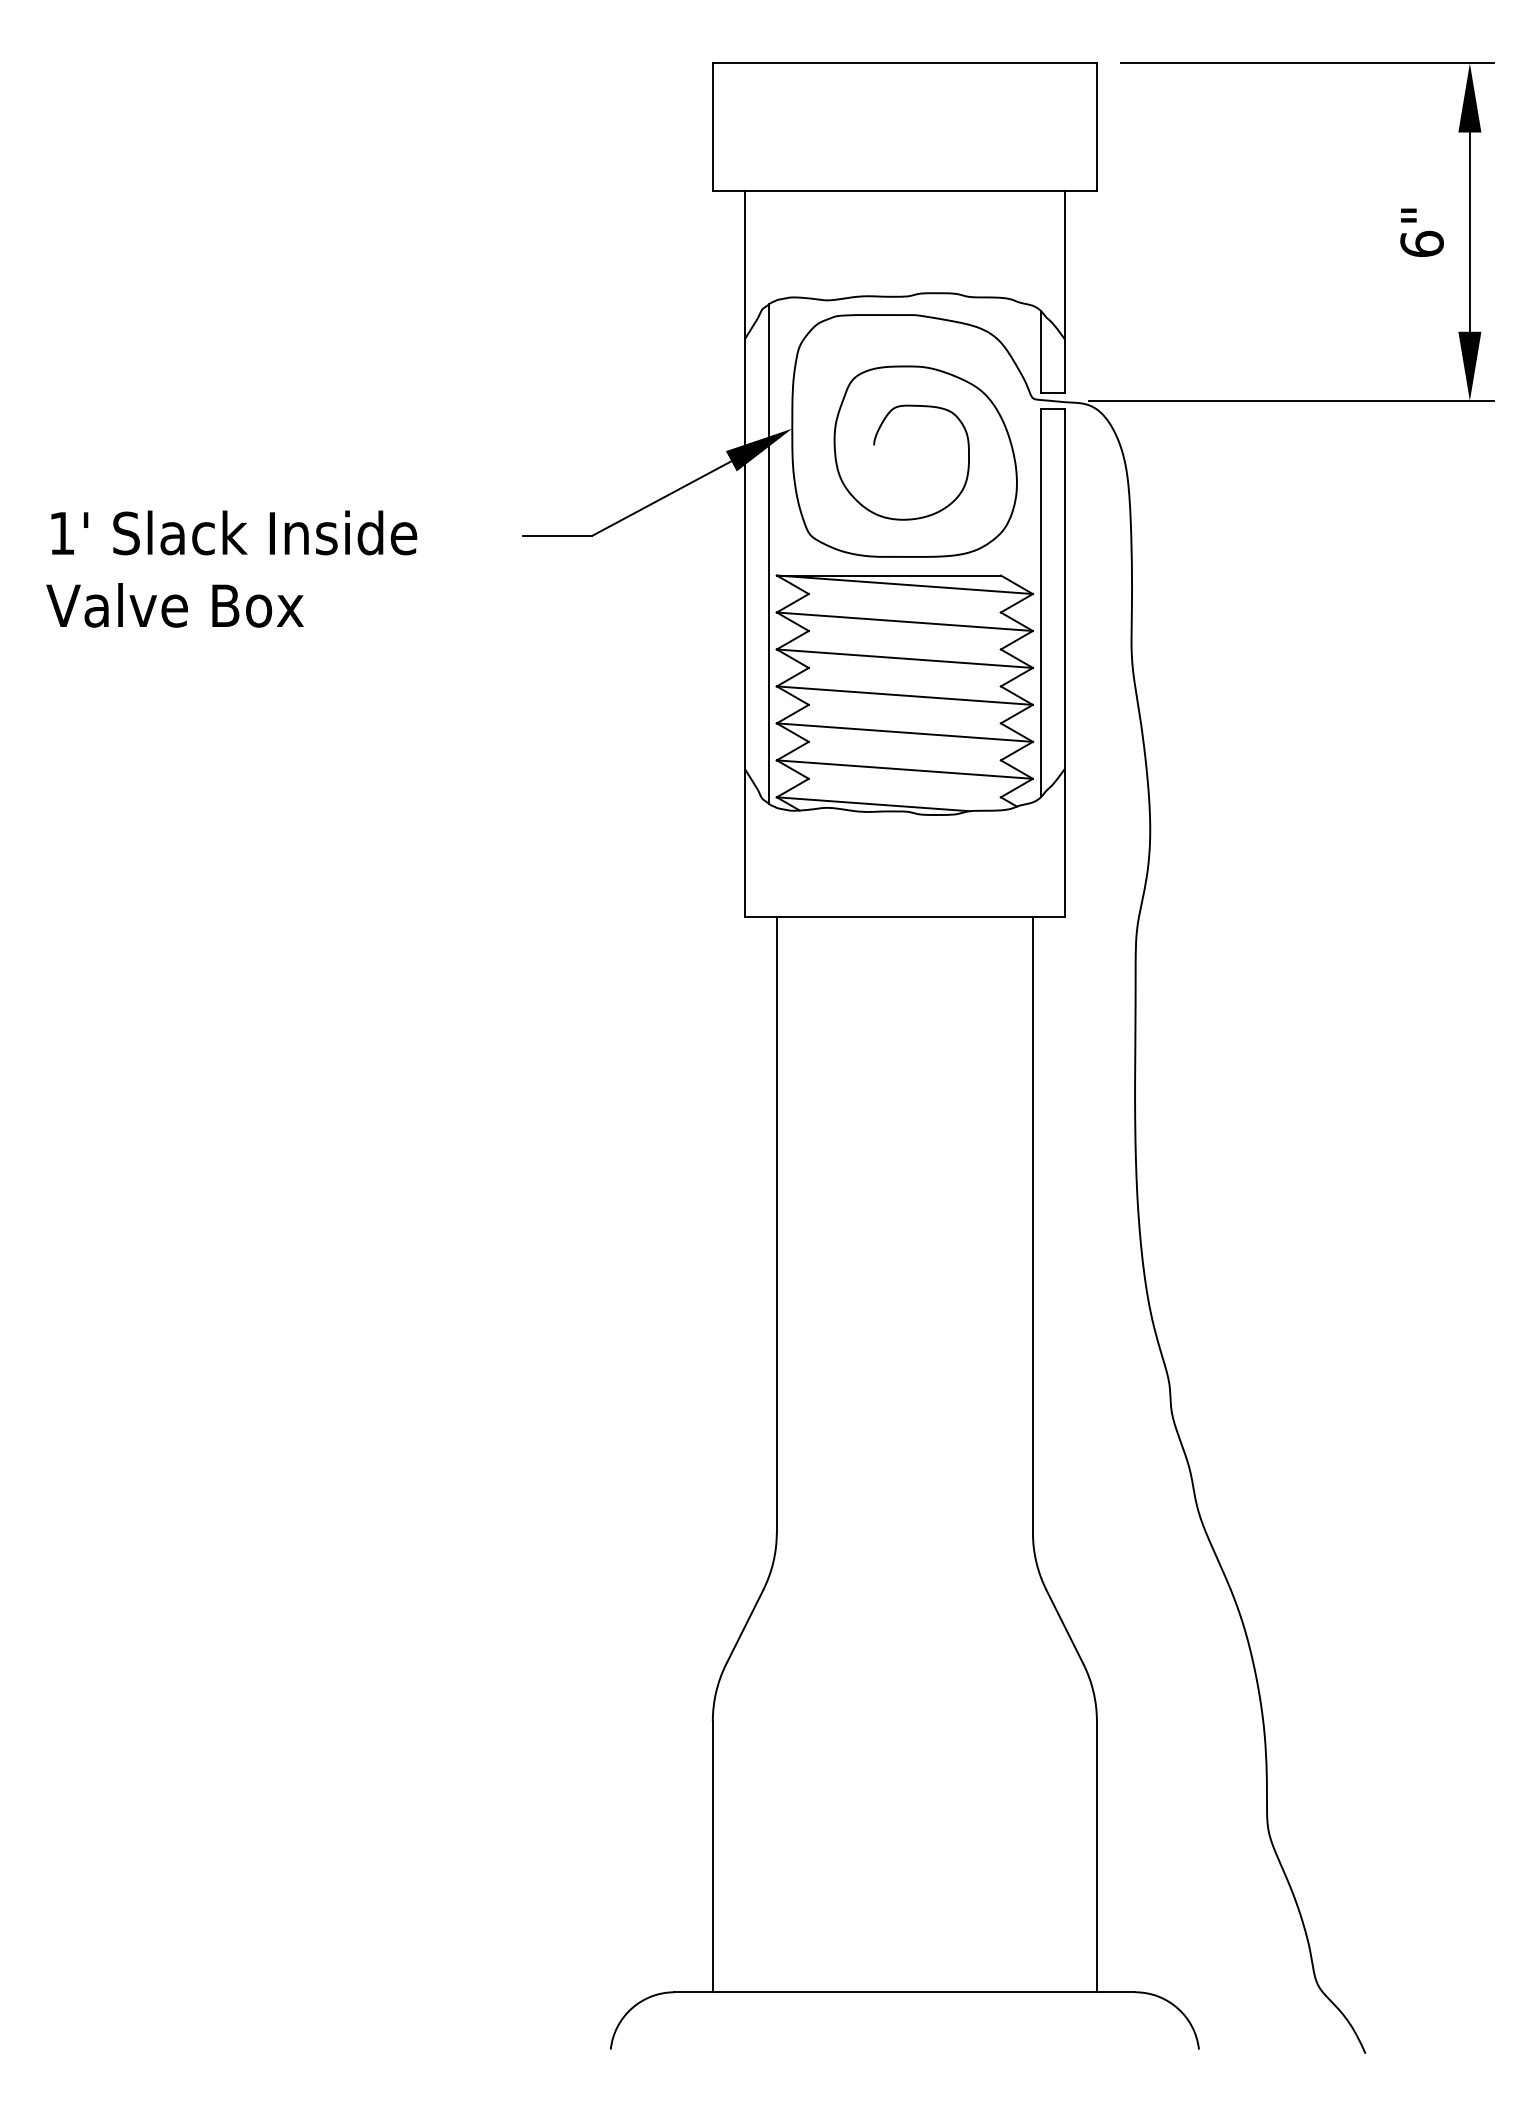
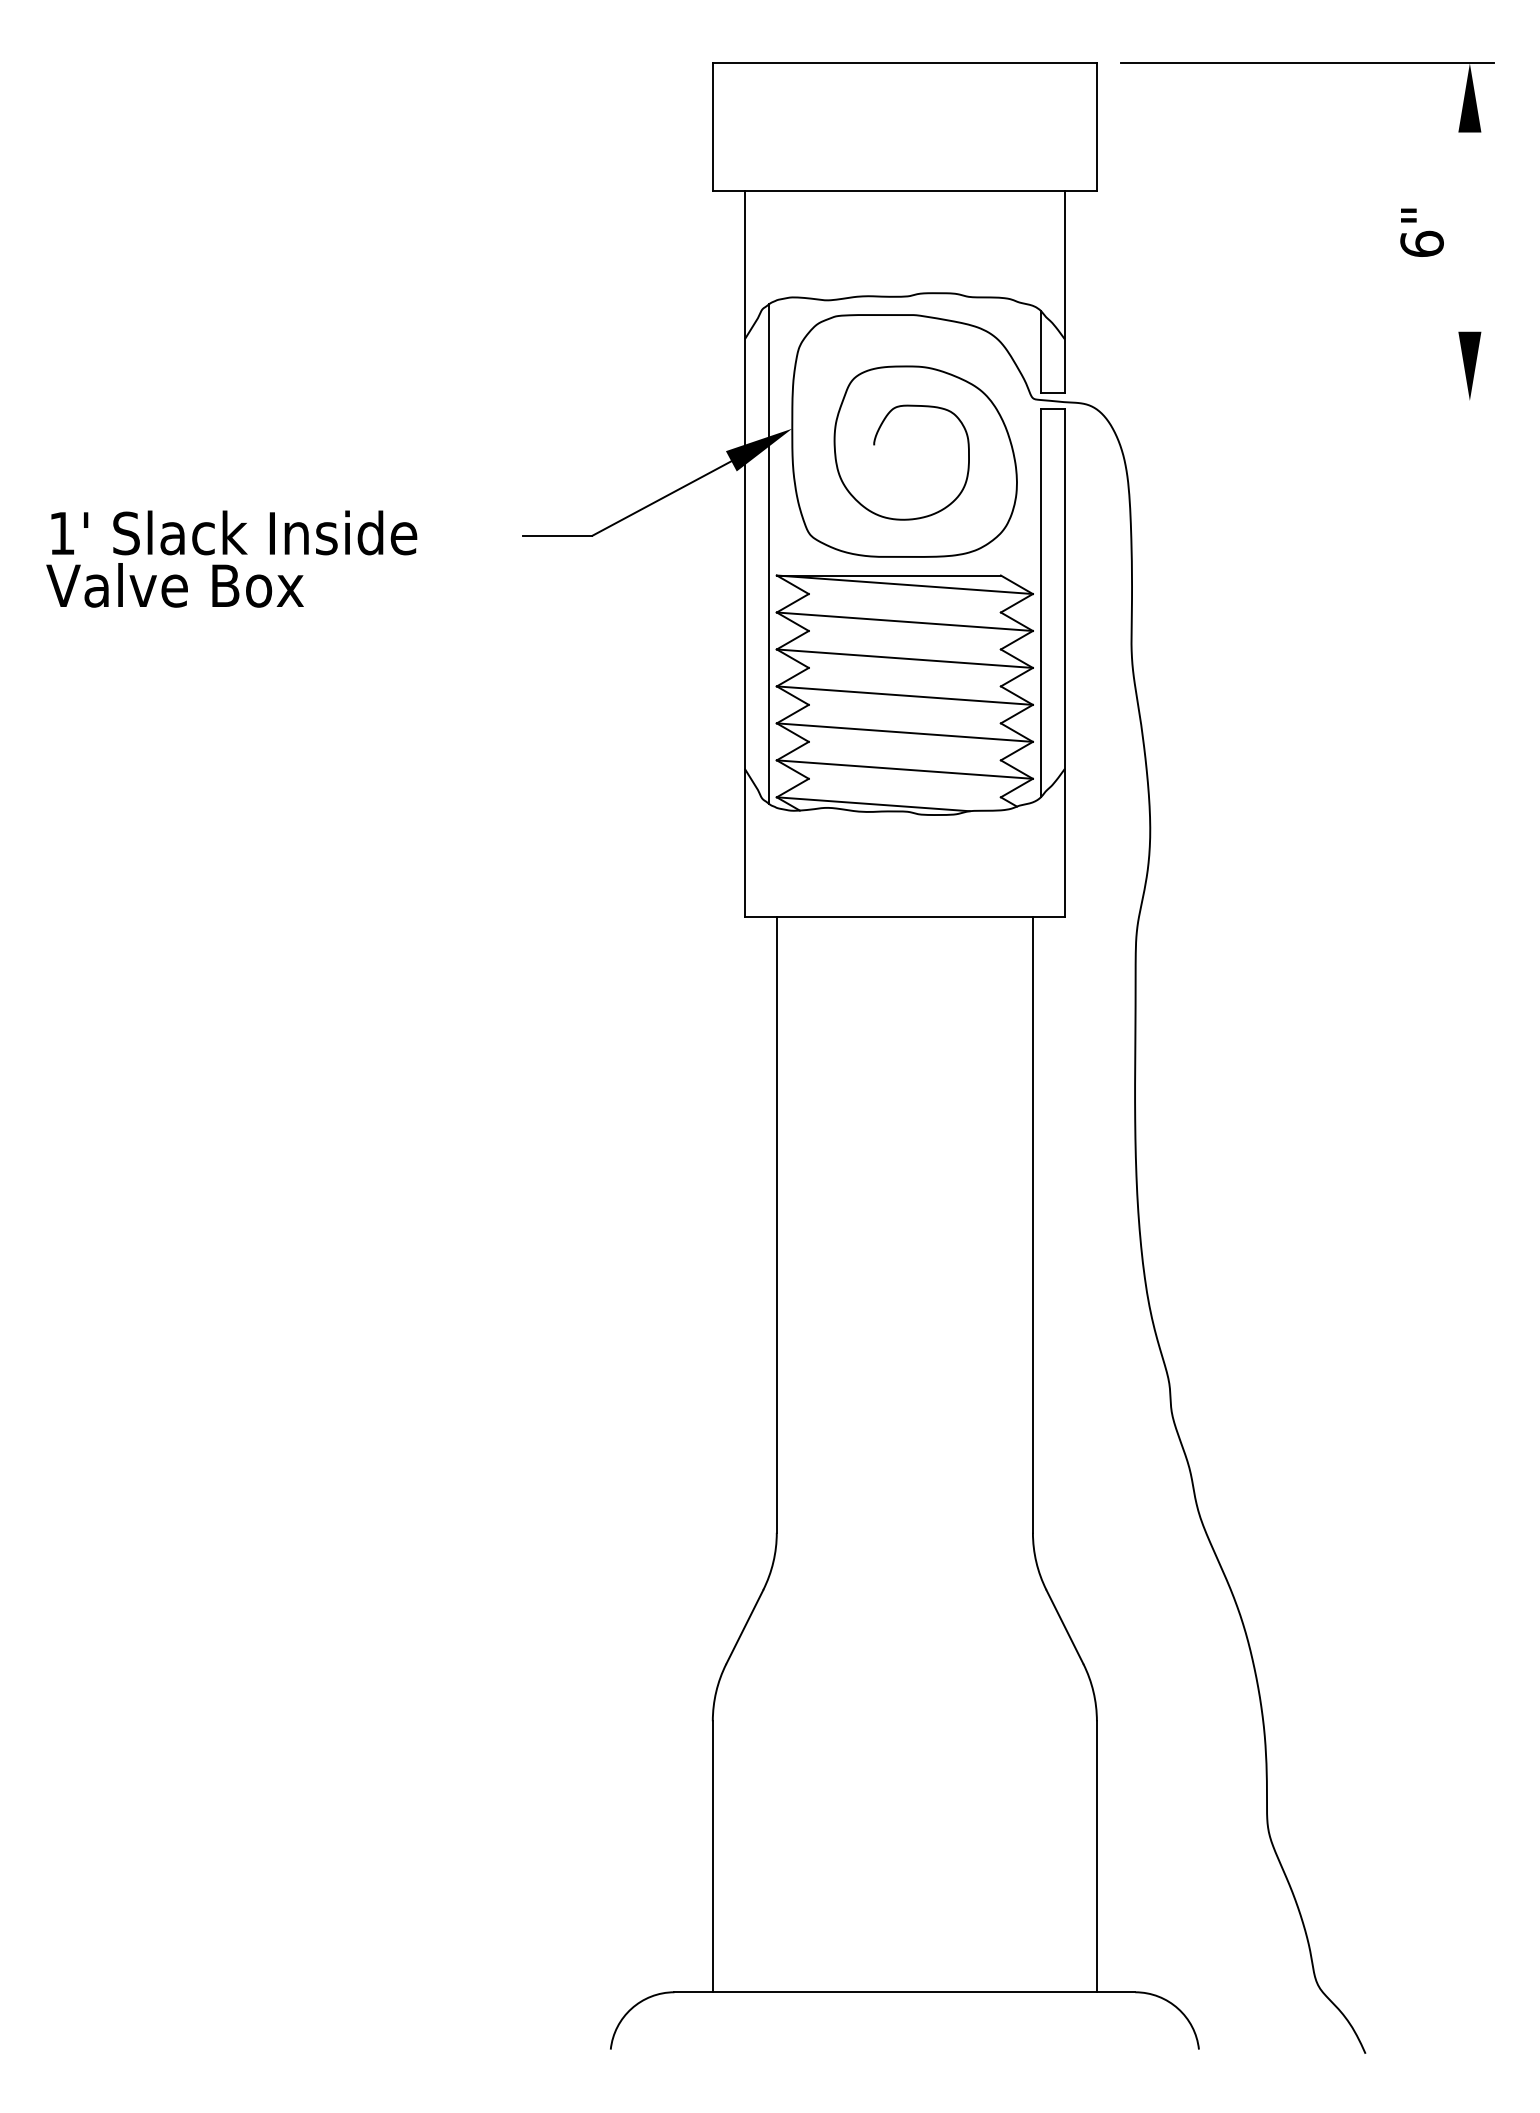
line at (1469, 231): present -> none
line at (1290, 400): present -> none
text at (174, 605) position: (174, 605) -> (174, 585)
